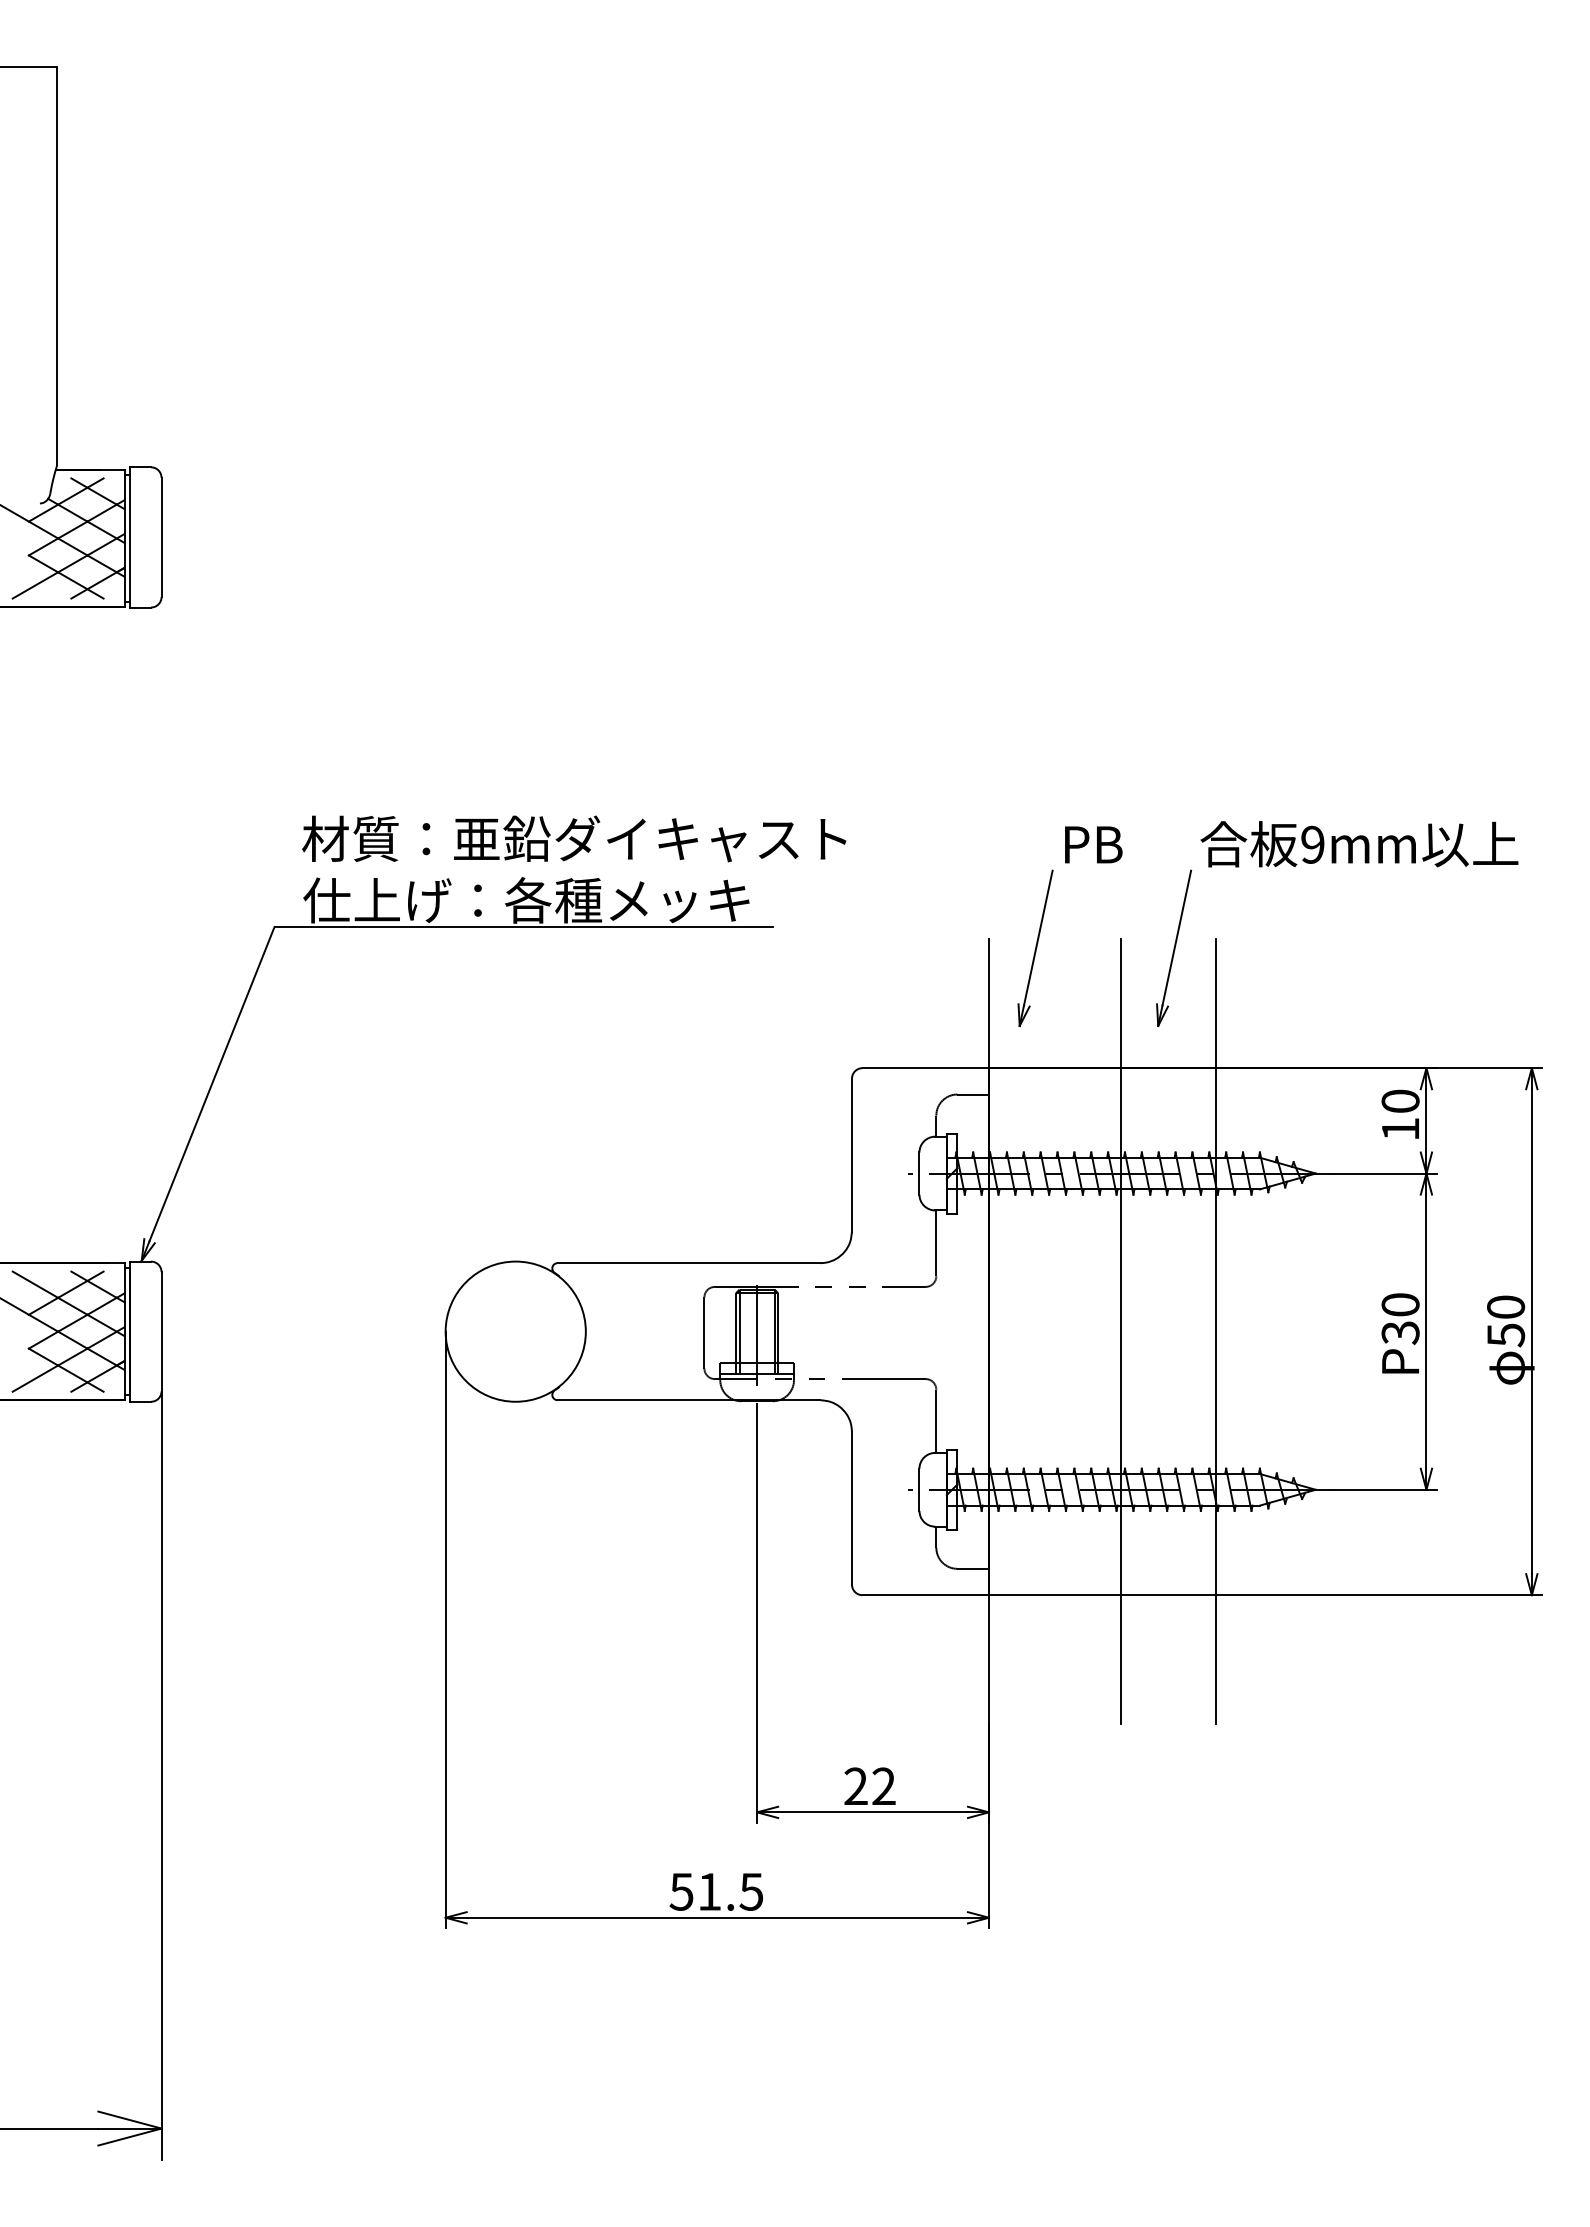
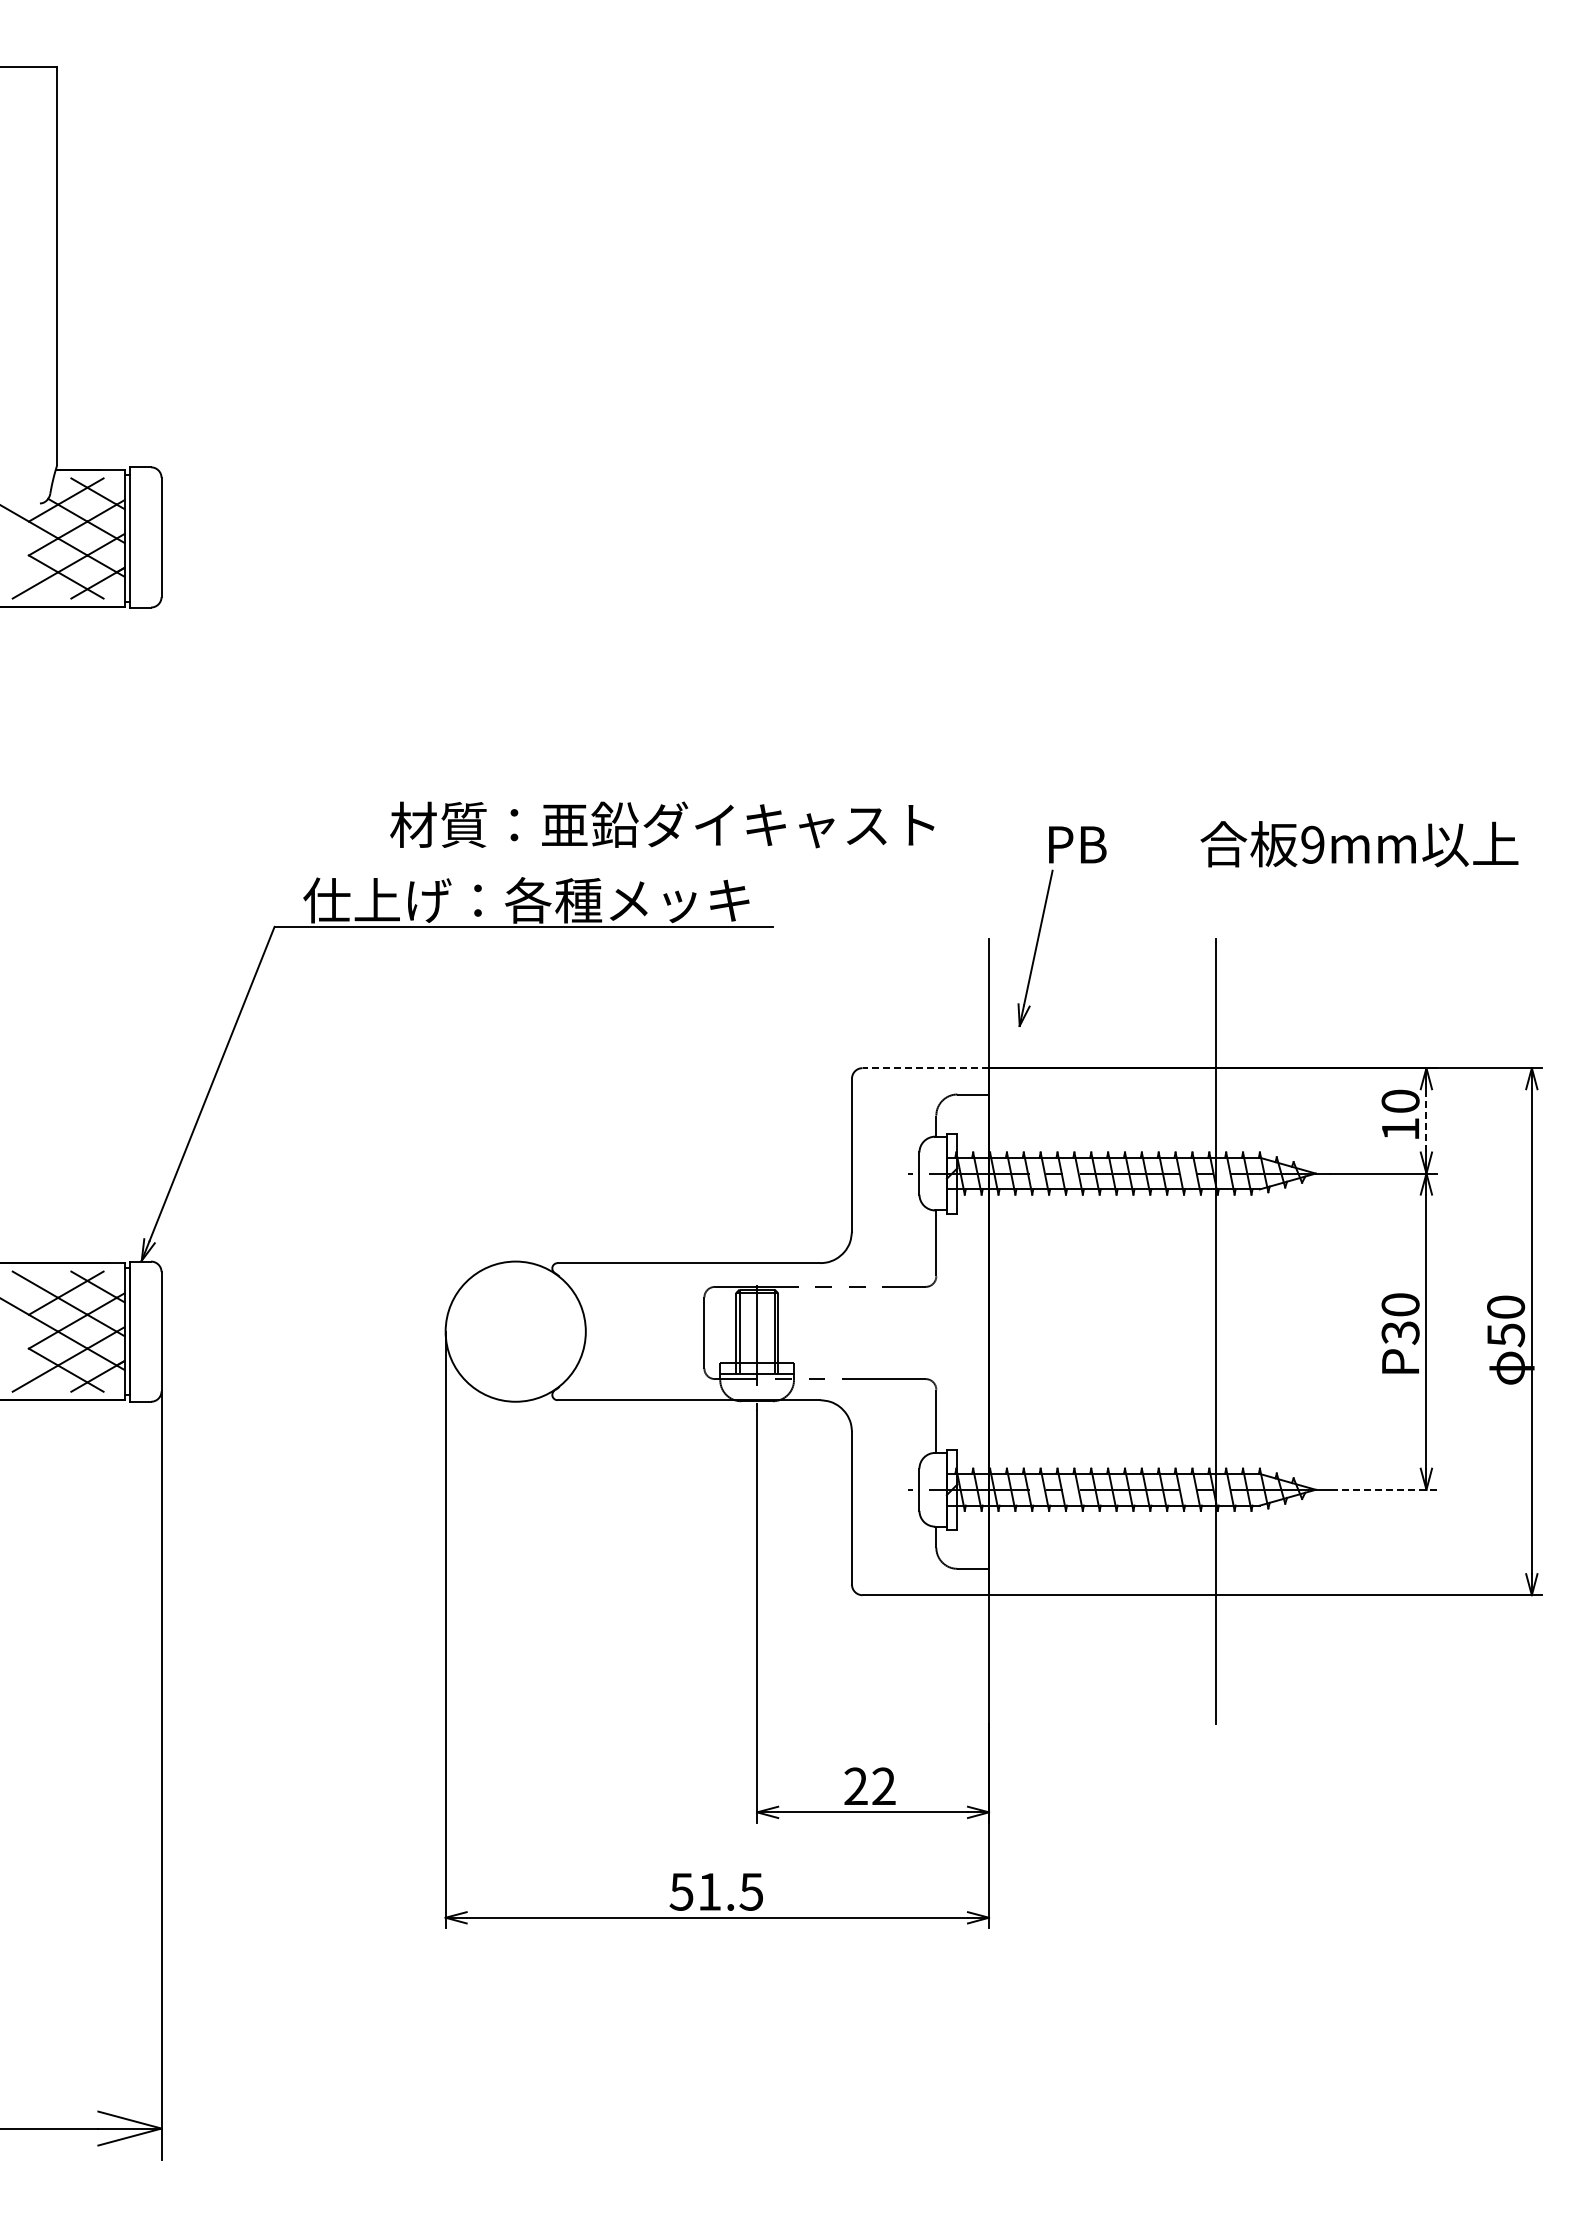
text at (574, 838) position: (574, 838) -> (662, 824)
text at (1093, 844) position: (1093, 844) -> (1077, 844)
part at (1174, 948): present -> none
line at (925, 1068): solid -> dashed
line at (1426, 1120): solid -> dashed
line at (1120, 1331): present -> none
line at (1384, 1489): solid -> dashed
